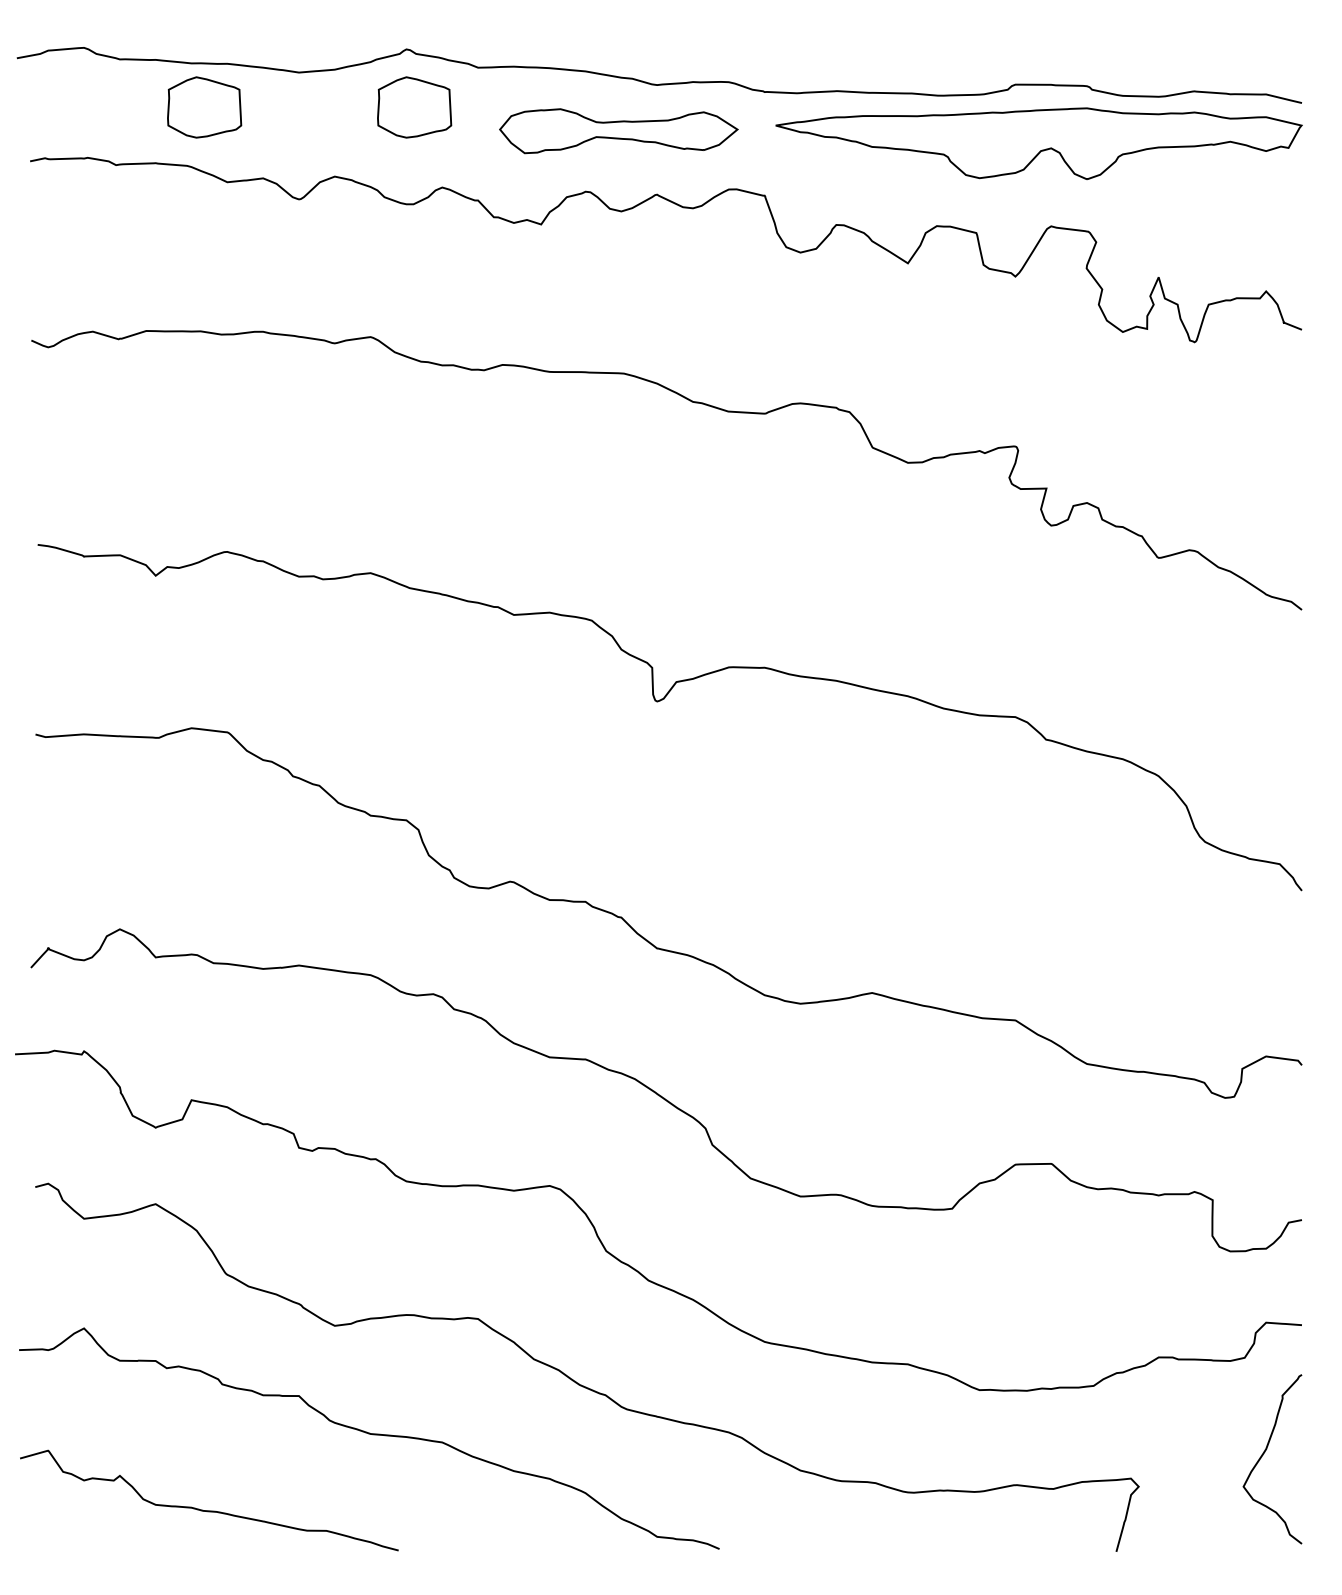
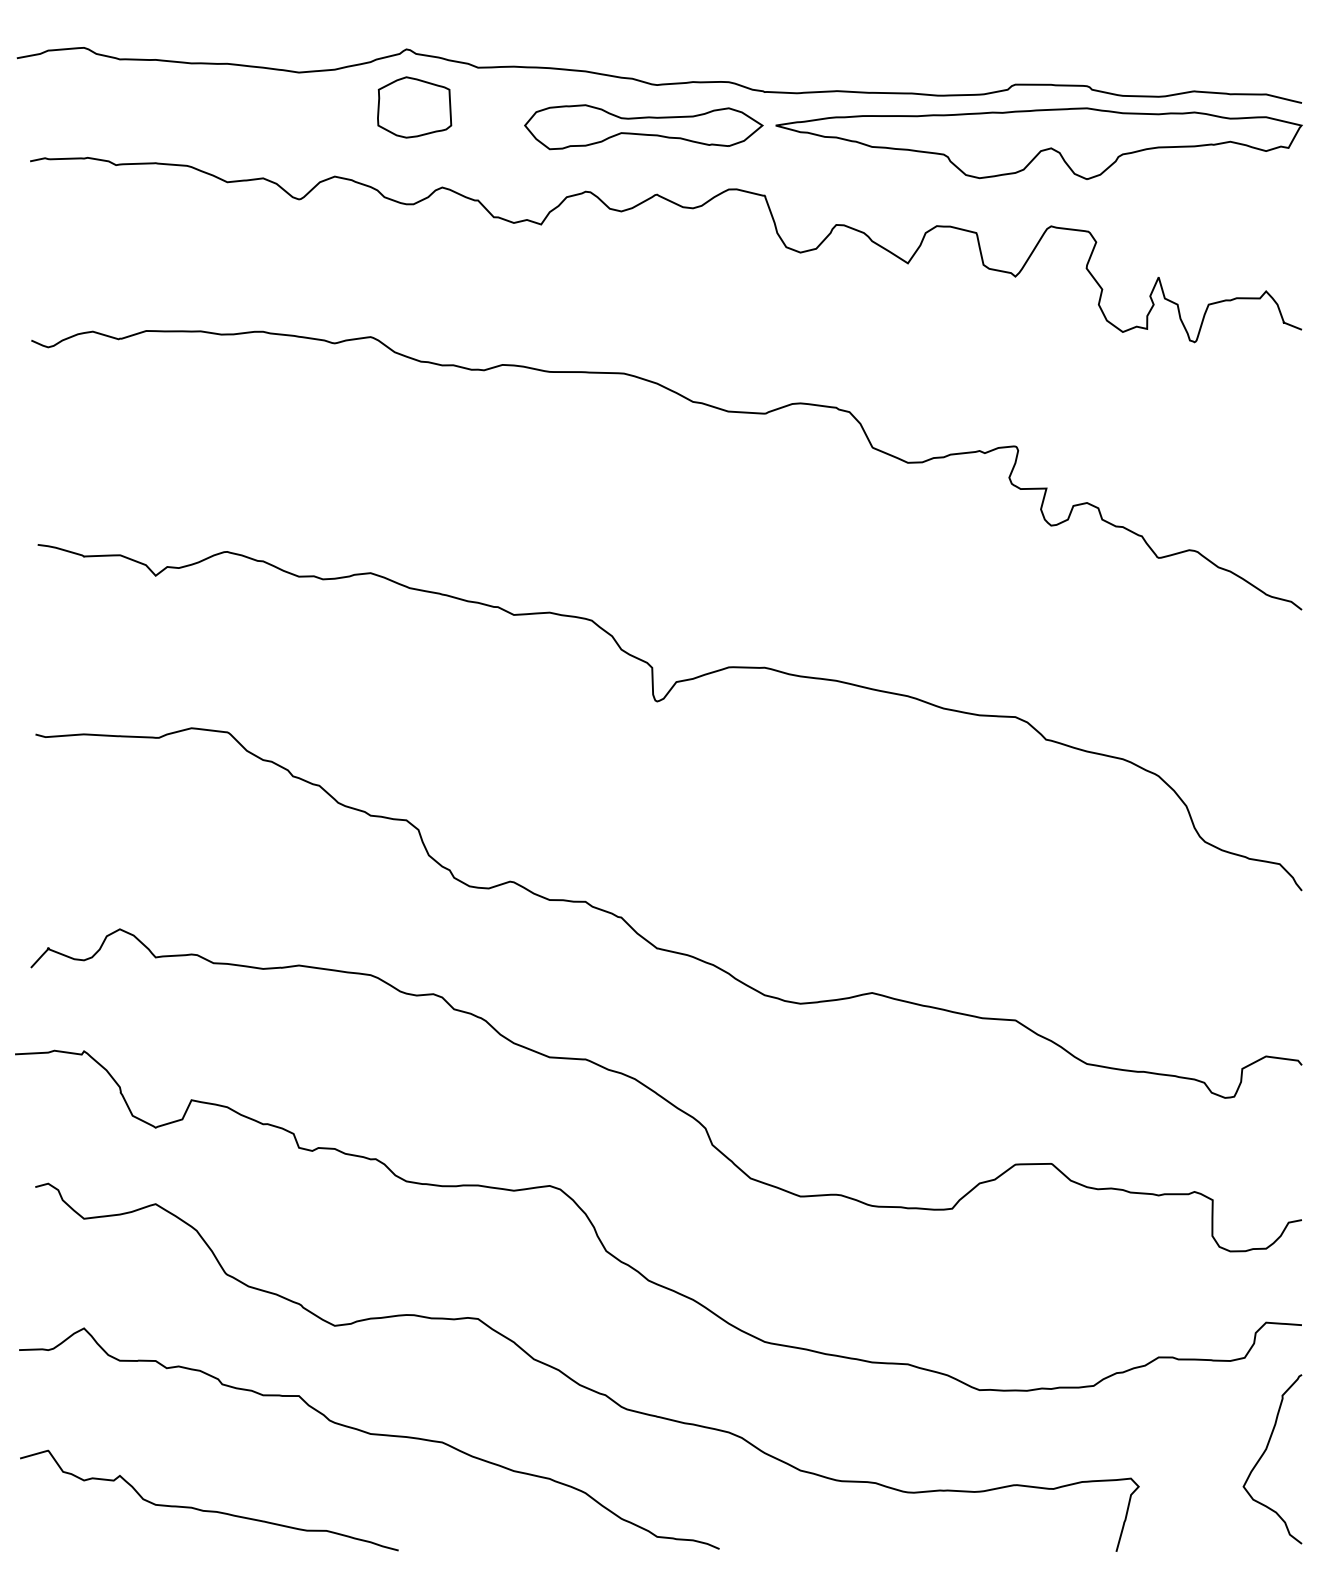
part at (204, 107): present -> none
part at (618, 131) position: (618, 131) -> (643, 127)
